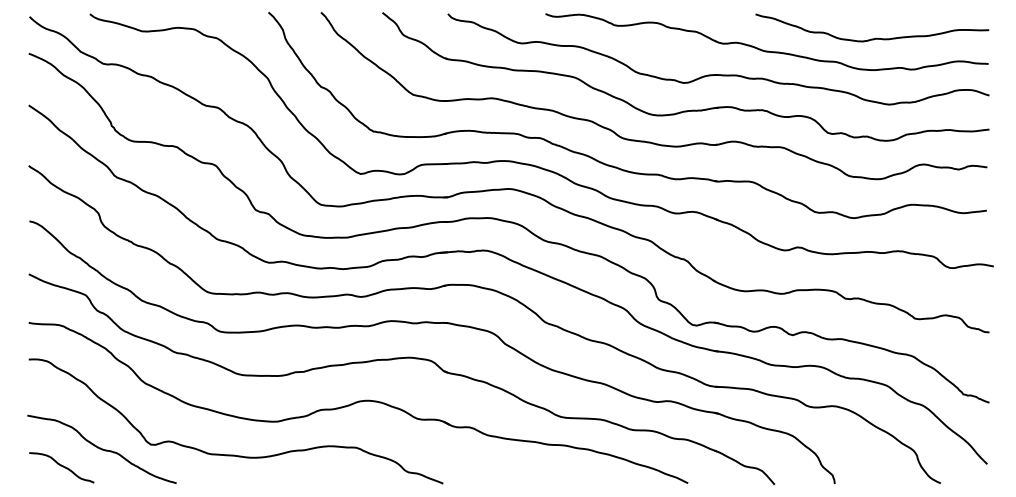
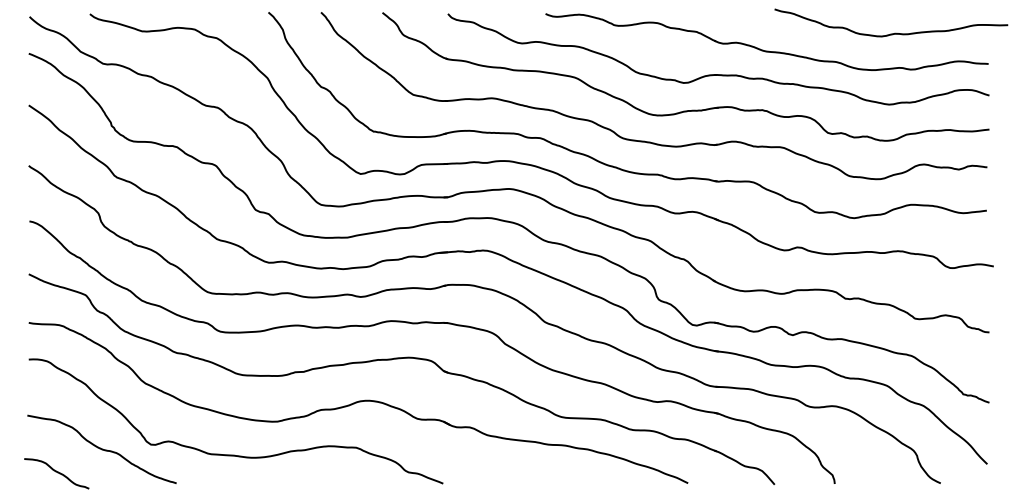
curve at (876, 37) position: (876, 37) -> (895, 32)
curve at (61, 466) position: (61, 466) -> (56, 472)
